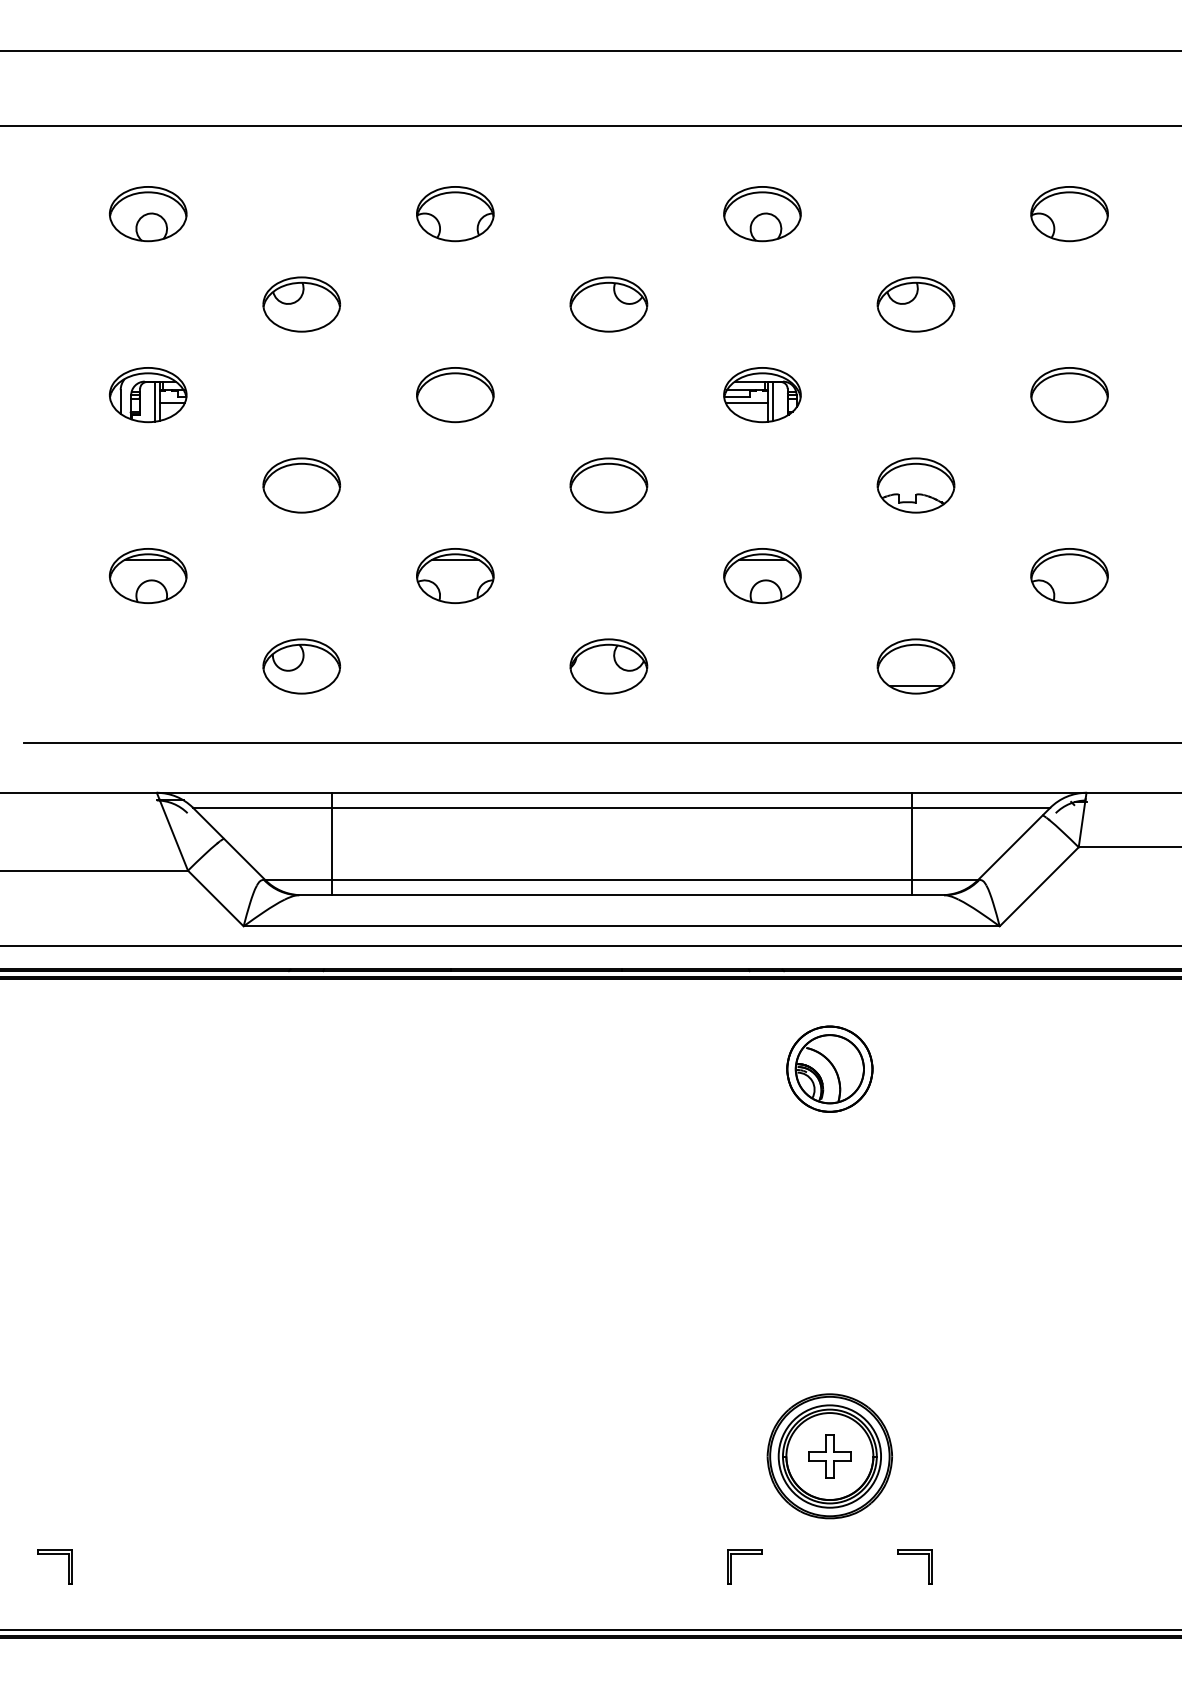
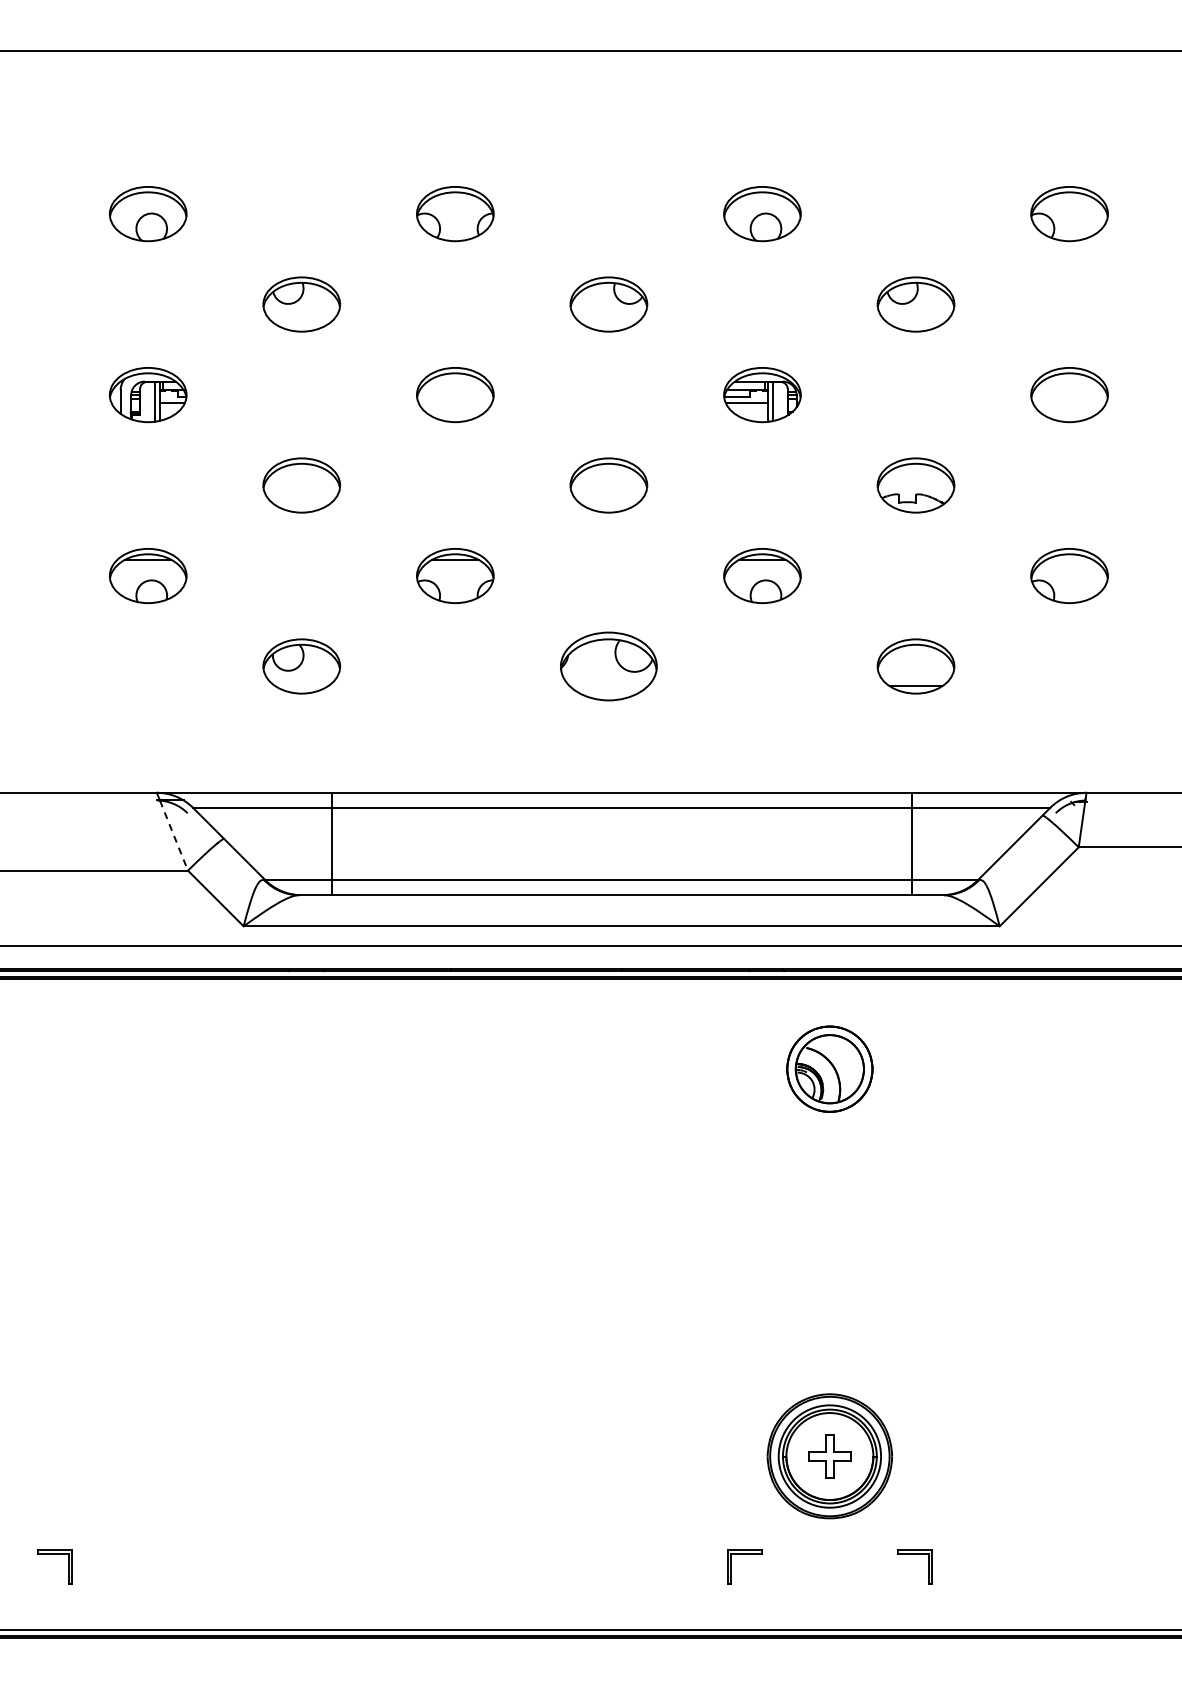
line at (590, 125): present -> none
part at (608, 666) size: 80x57 px -> 98x71 px
line at (601, 742): present -> none
line at (173, 835): solid -> dashed
